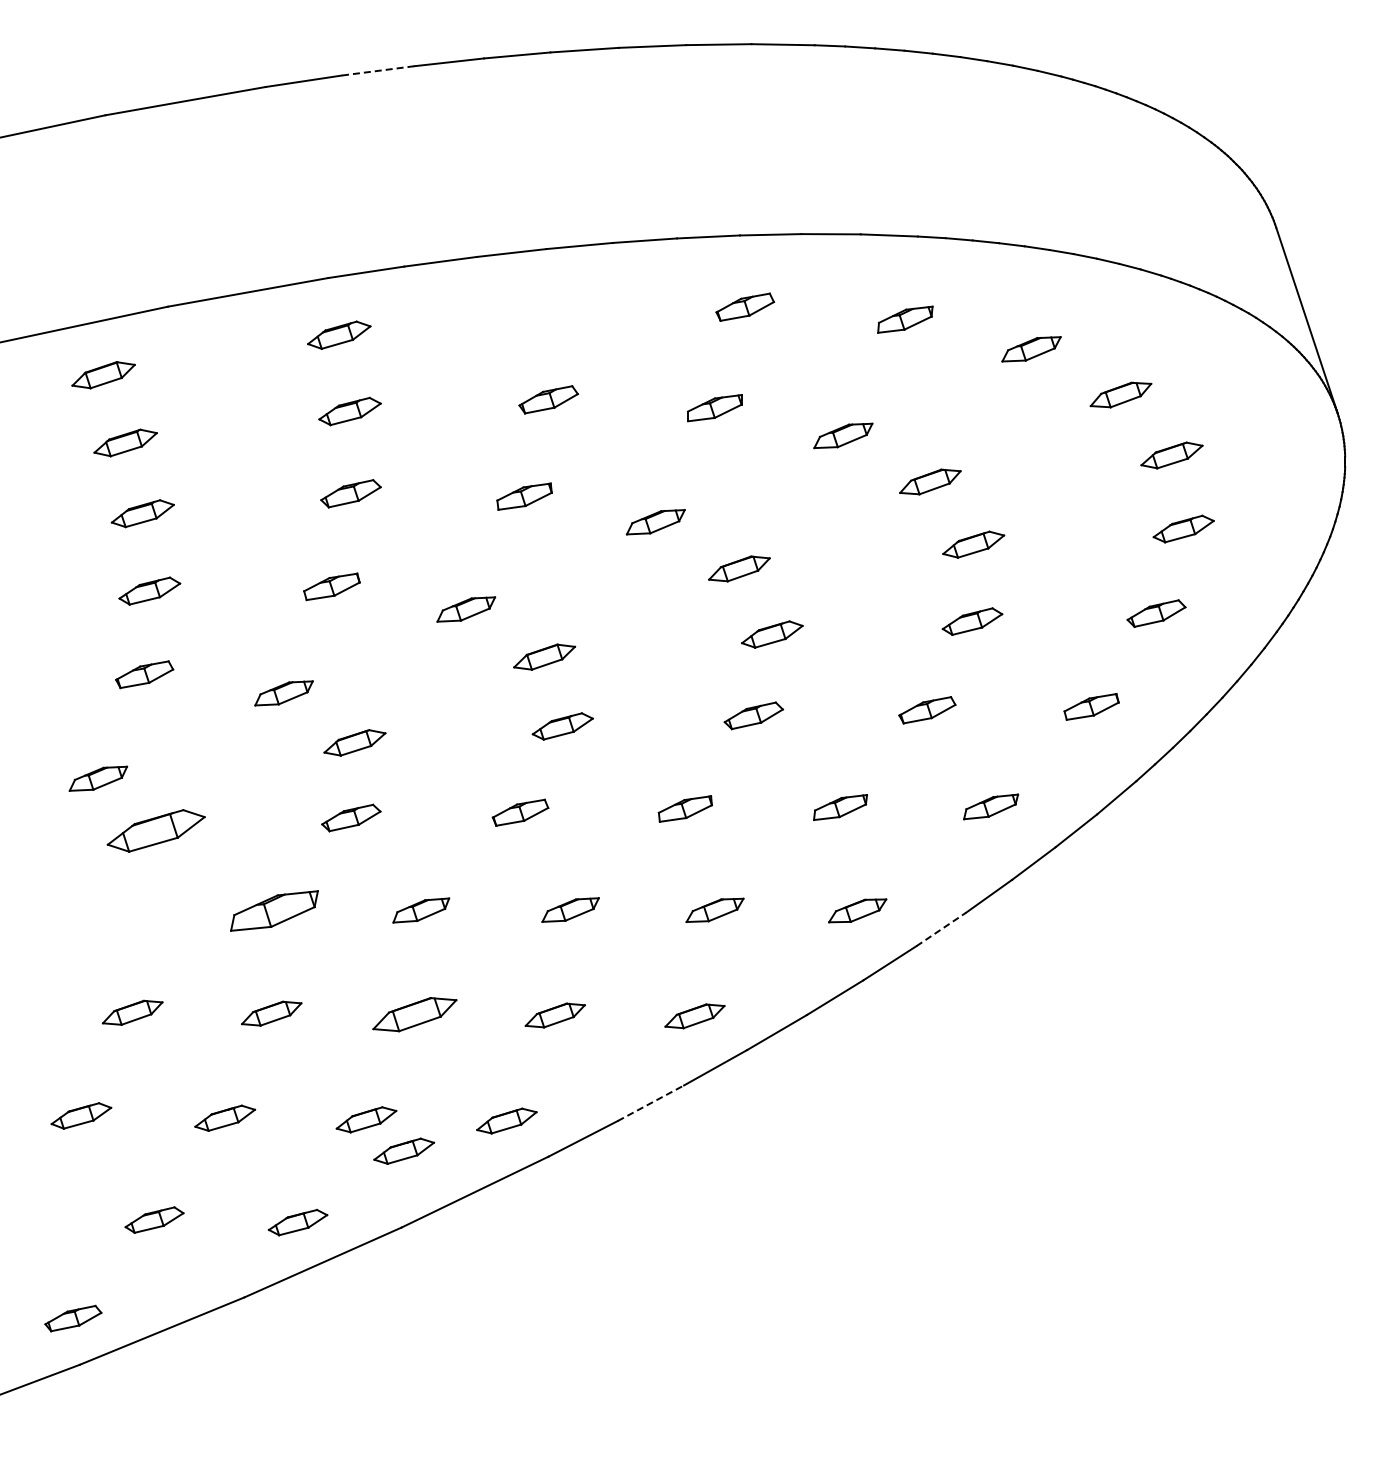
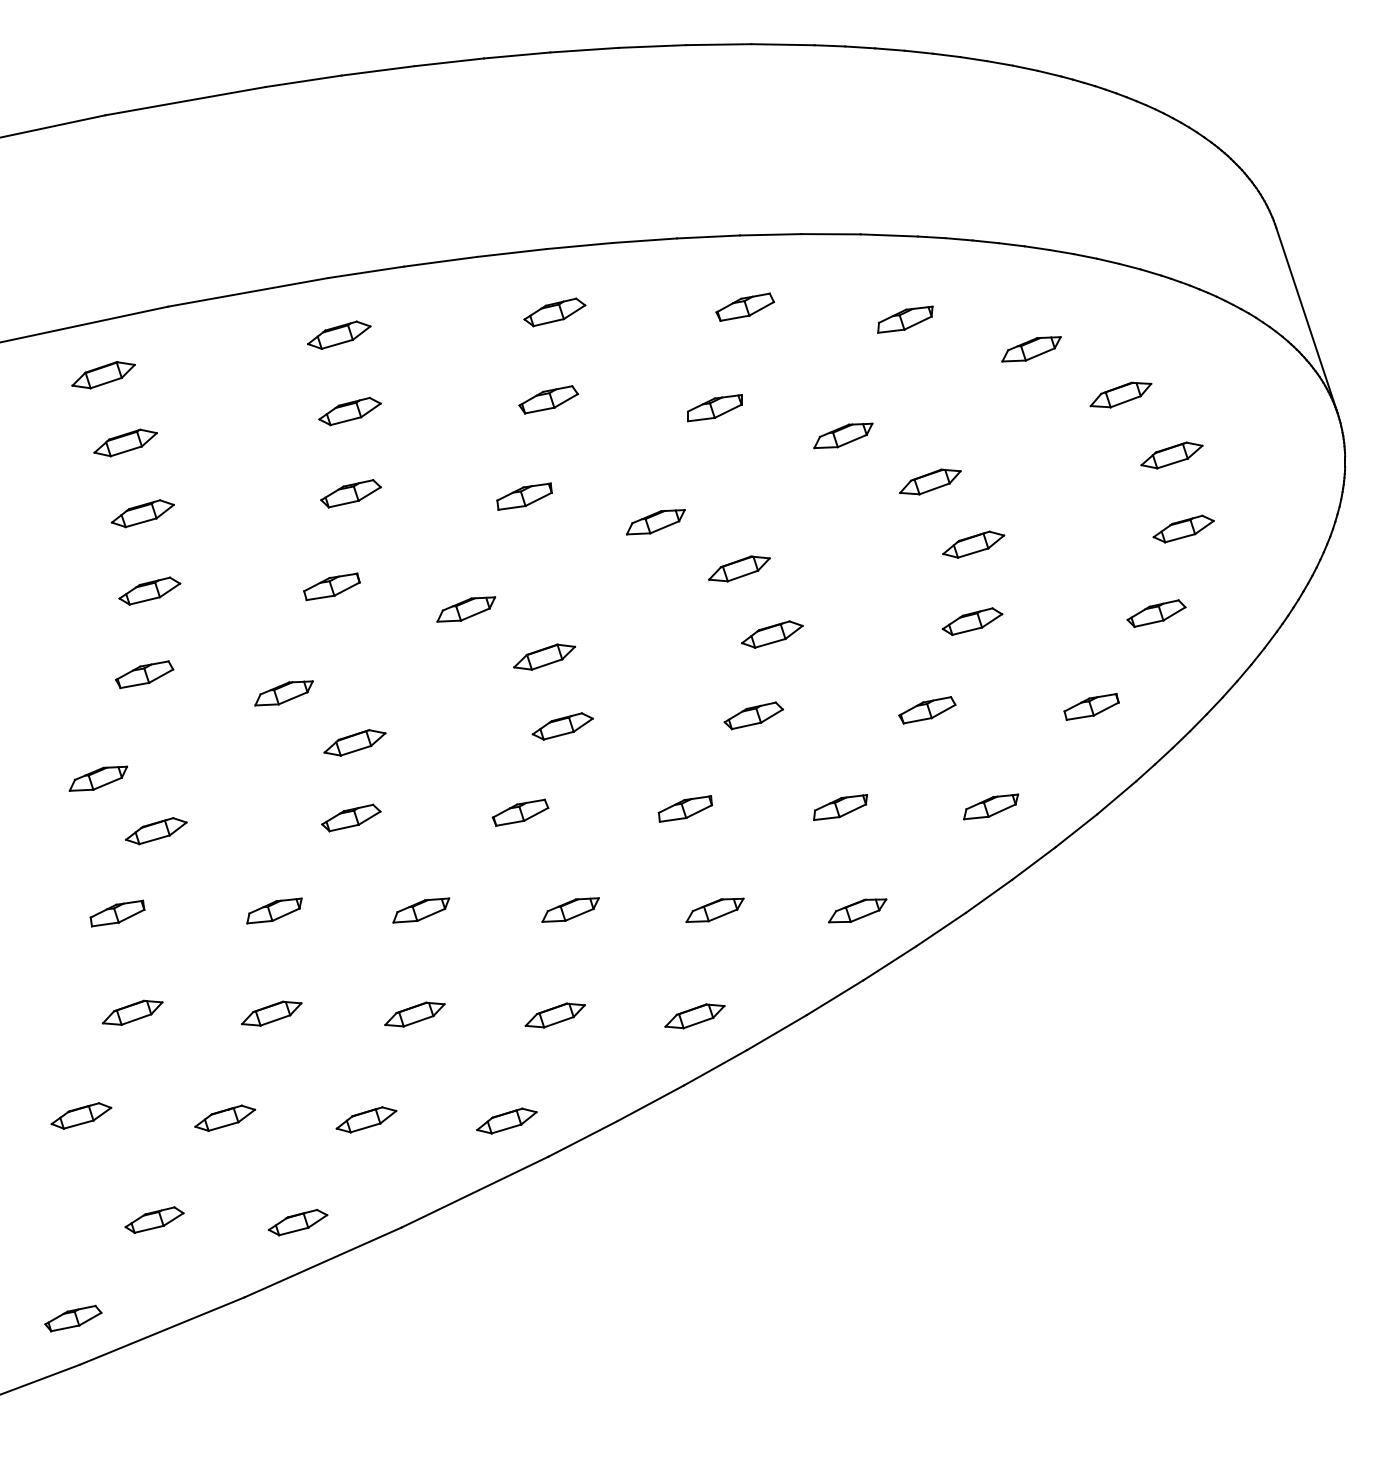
line at (378, 70): dashed -> solid
part at (554, 312): none -> present
part at (155, 830) size: 100x44 px -> 63x29 px
part at (274, 910) size: 89x42 px -> 57x28 px
part at (117, 913): none -> present
line at (941, 929): dashed -> solid
part at (414, 1014) size: 86x36 px -> 62x27 px
line at (650, 1103): dashed -> solid
part at (404, 1150): present -> none
